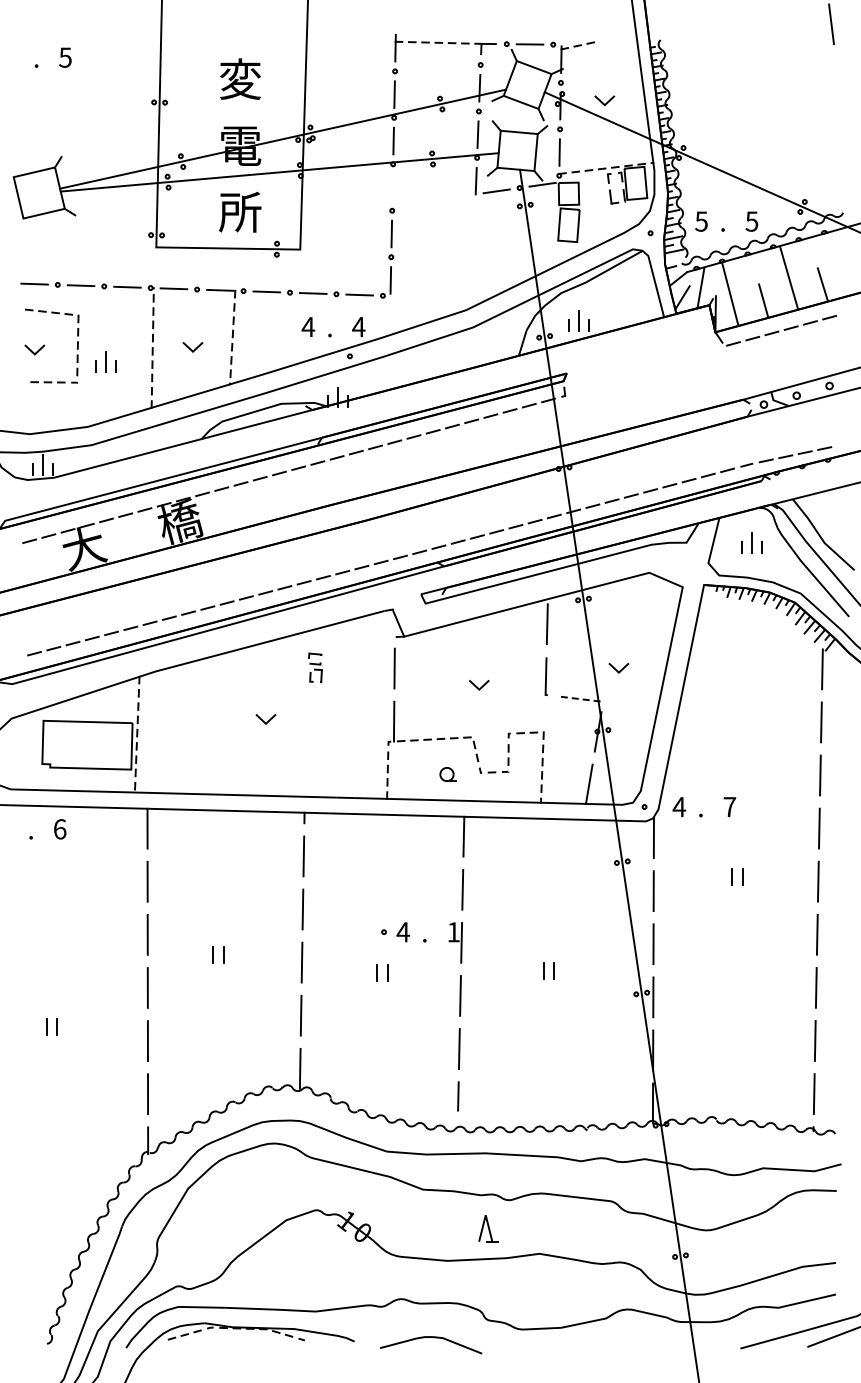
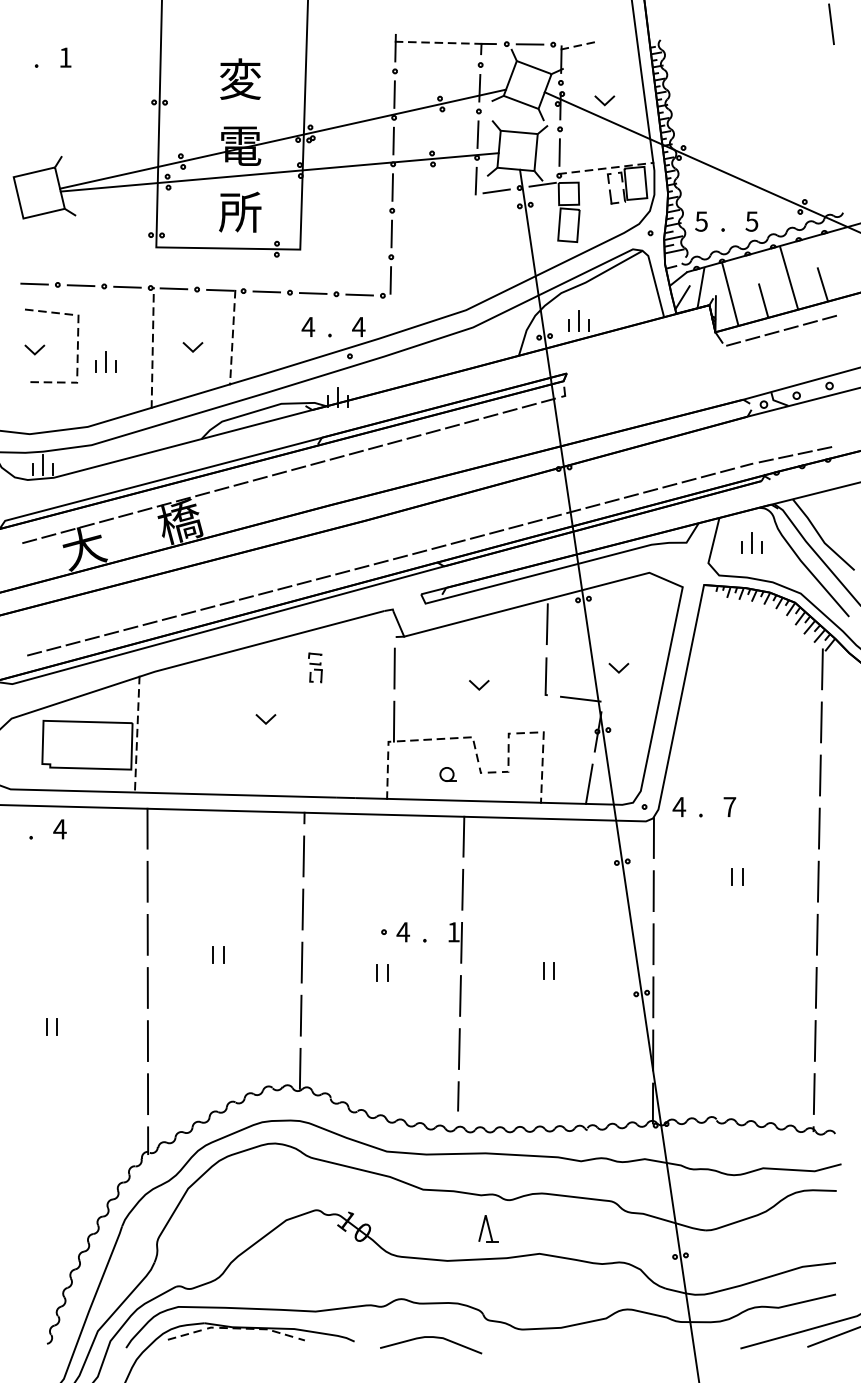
text at (65, 57): 5 -> 1
line at (392, 187): none -> present
line at (580, 699): dashed -> solid
text at (59, 829): 6 -> 4
